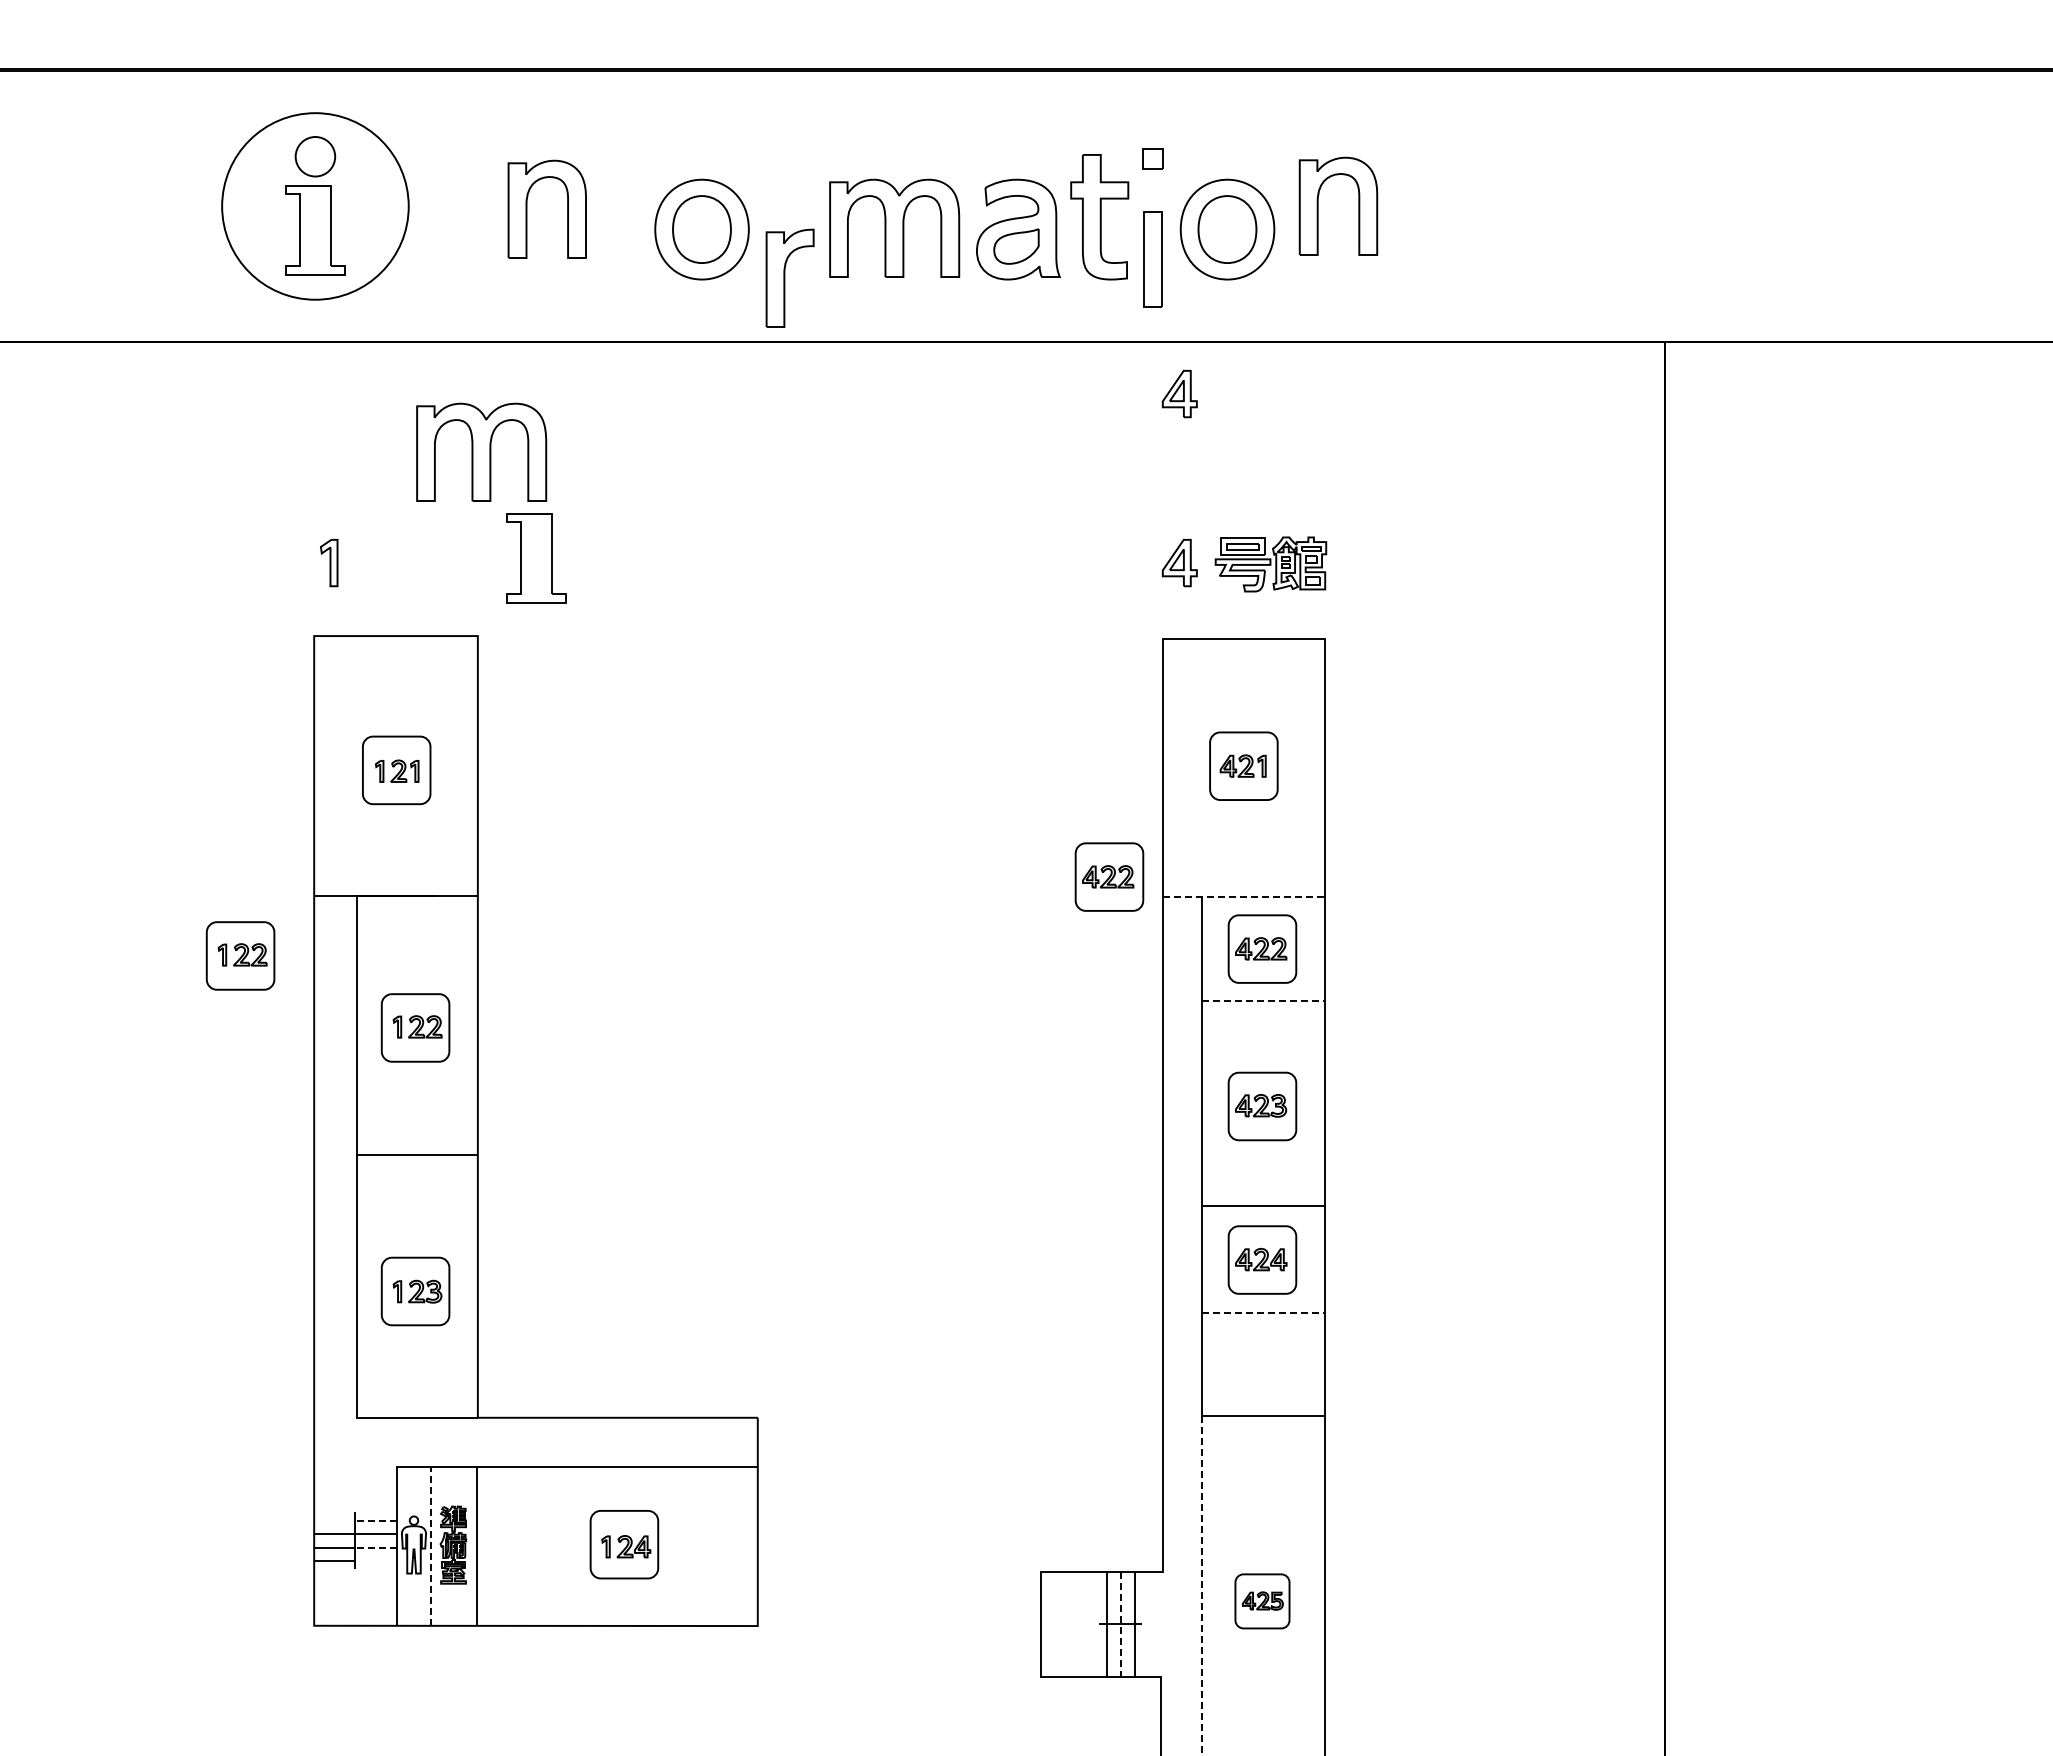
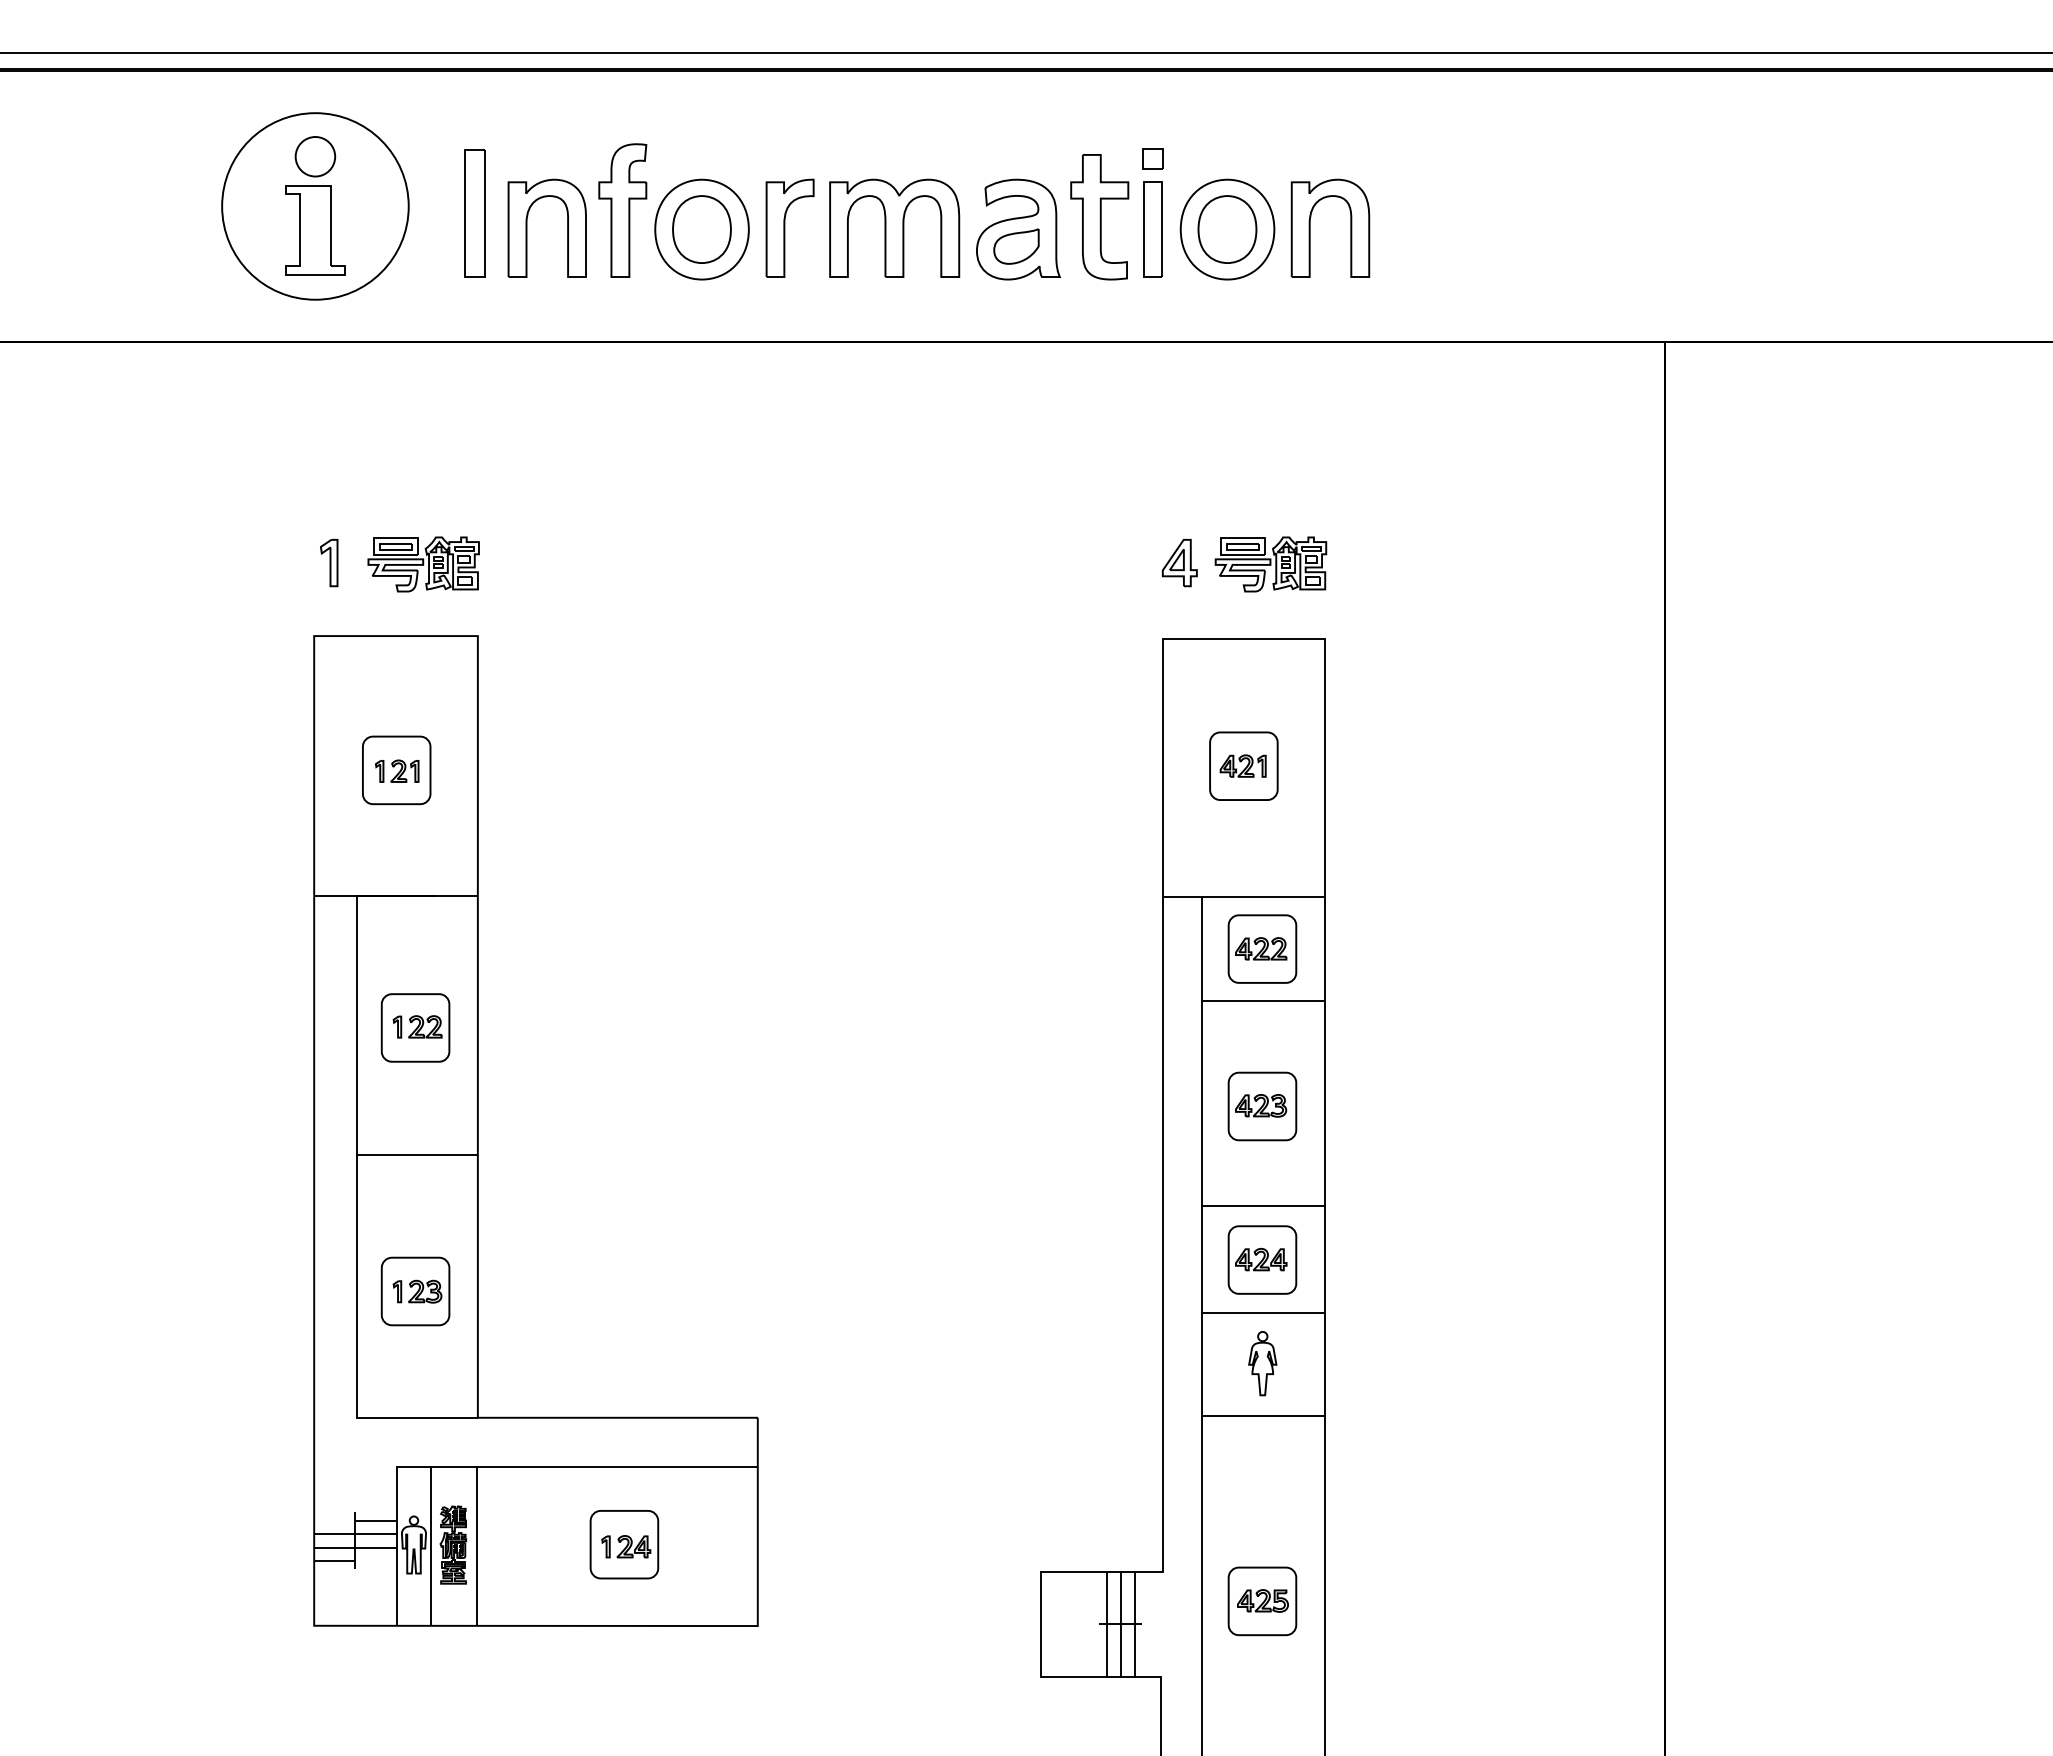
line at (1025, 52): none -> present
part at (1318, 205) position: (1318, 205) -> (1310, 227)
part at (527, 208) position: (527, 208) -> (527, 227)
part at (622, 210): none -> present
part at (474, 213): none -> present
part at (1152, 259) position: (1152, 259) -> (1152, 229)
part at (789, 277) position: (789, 277) -> (789, 227)
part at (1179, 394): present -> none
part at (481, 451): present -> none
part at (536, 558): present -> none
part at (423, 564): none -> present
part at (1109, 876): present -> none
line at (1244, 897): dashed -> solid
part at (240, 955): present -> none
line at (1263, 1001): dashed -> solid
line at (1263, 1312): dashed -> solid
part at (1262, 1363): none -> present
line at (376, 1520): dashed -> solid
line at (431, 1545): dashed -> solid
line at (376, 1547): dashed -> solid
line at (1201, 1585): dashed -> solid
part at (1262, 1601) size: 57x57 px -> 71x71 px
line at (1120, 1625): dashed -> solid
